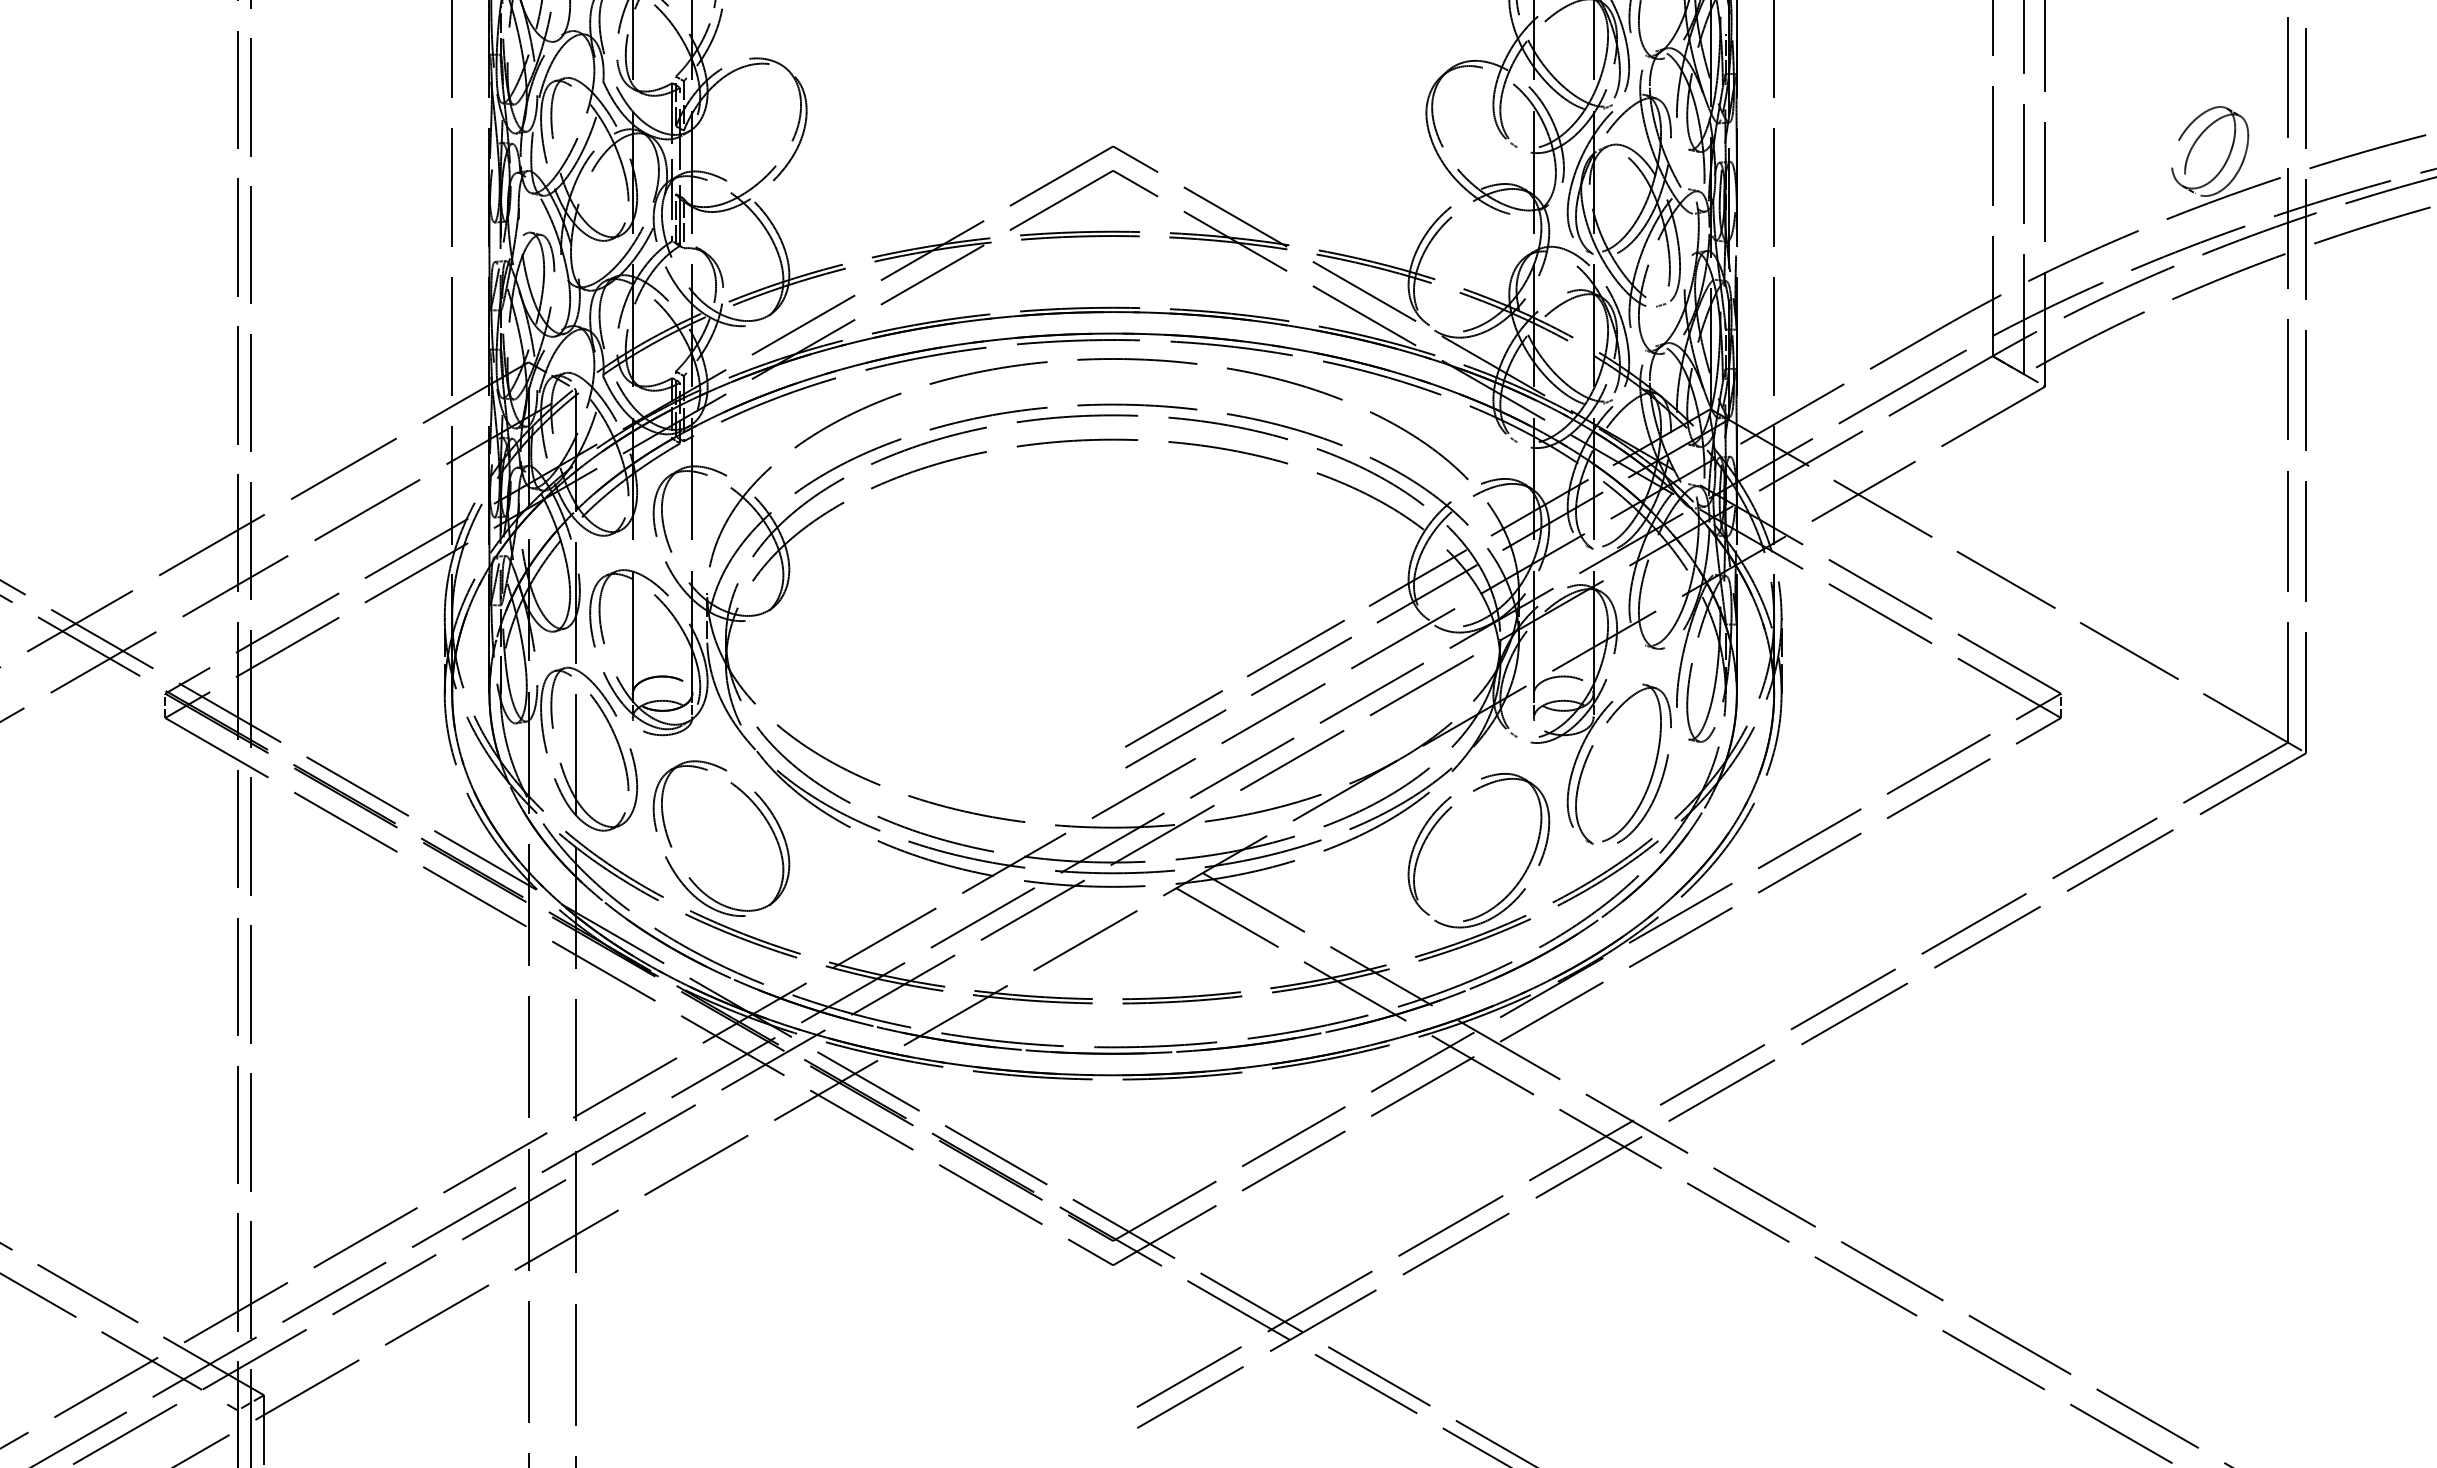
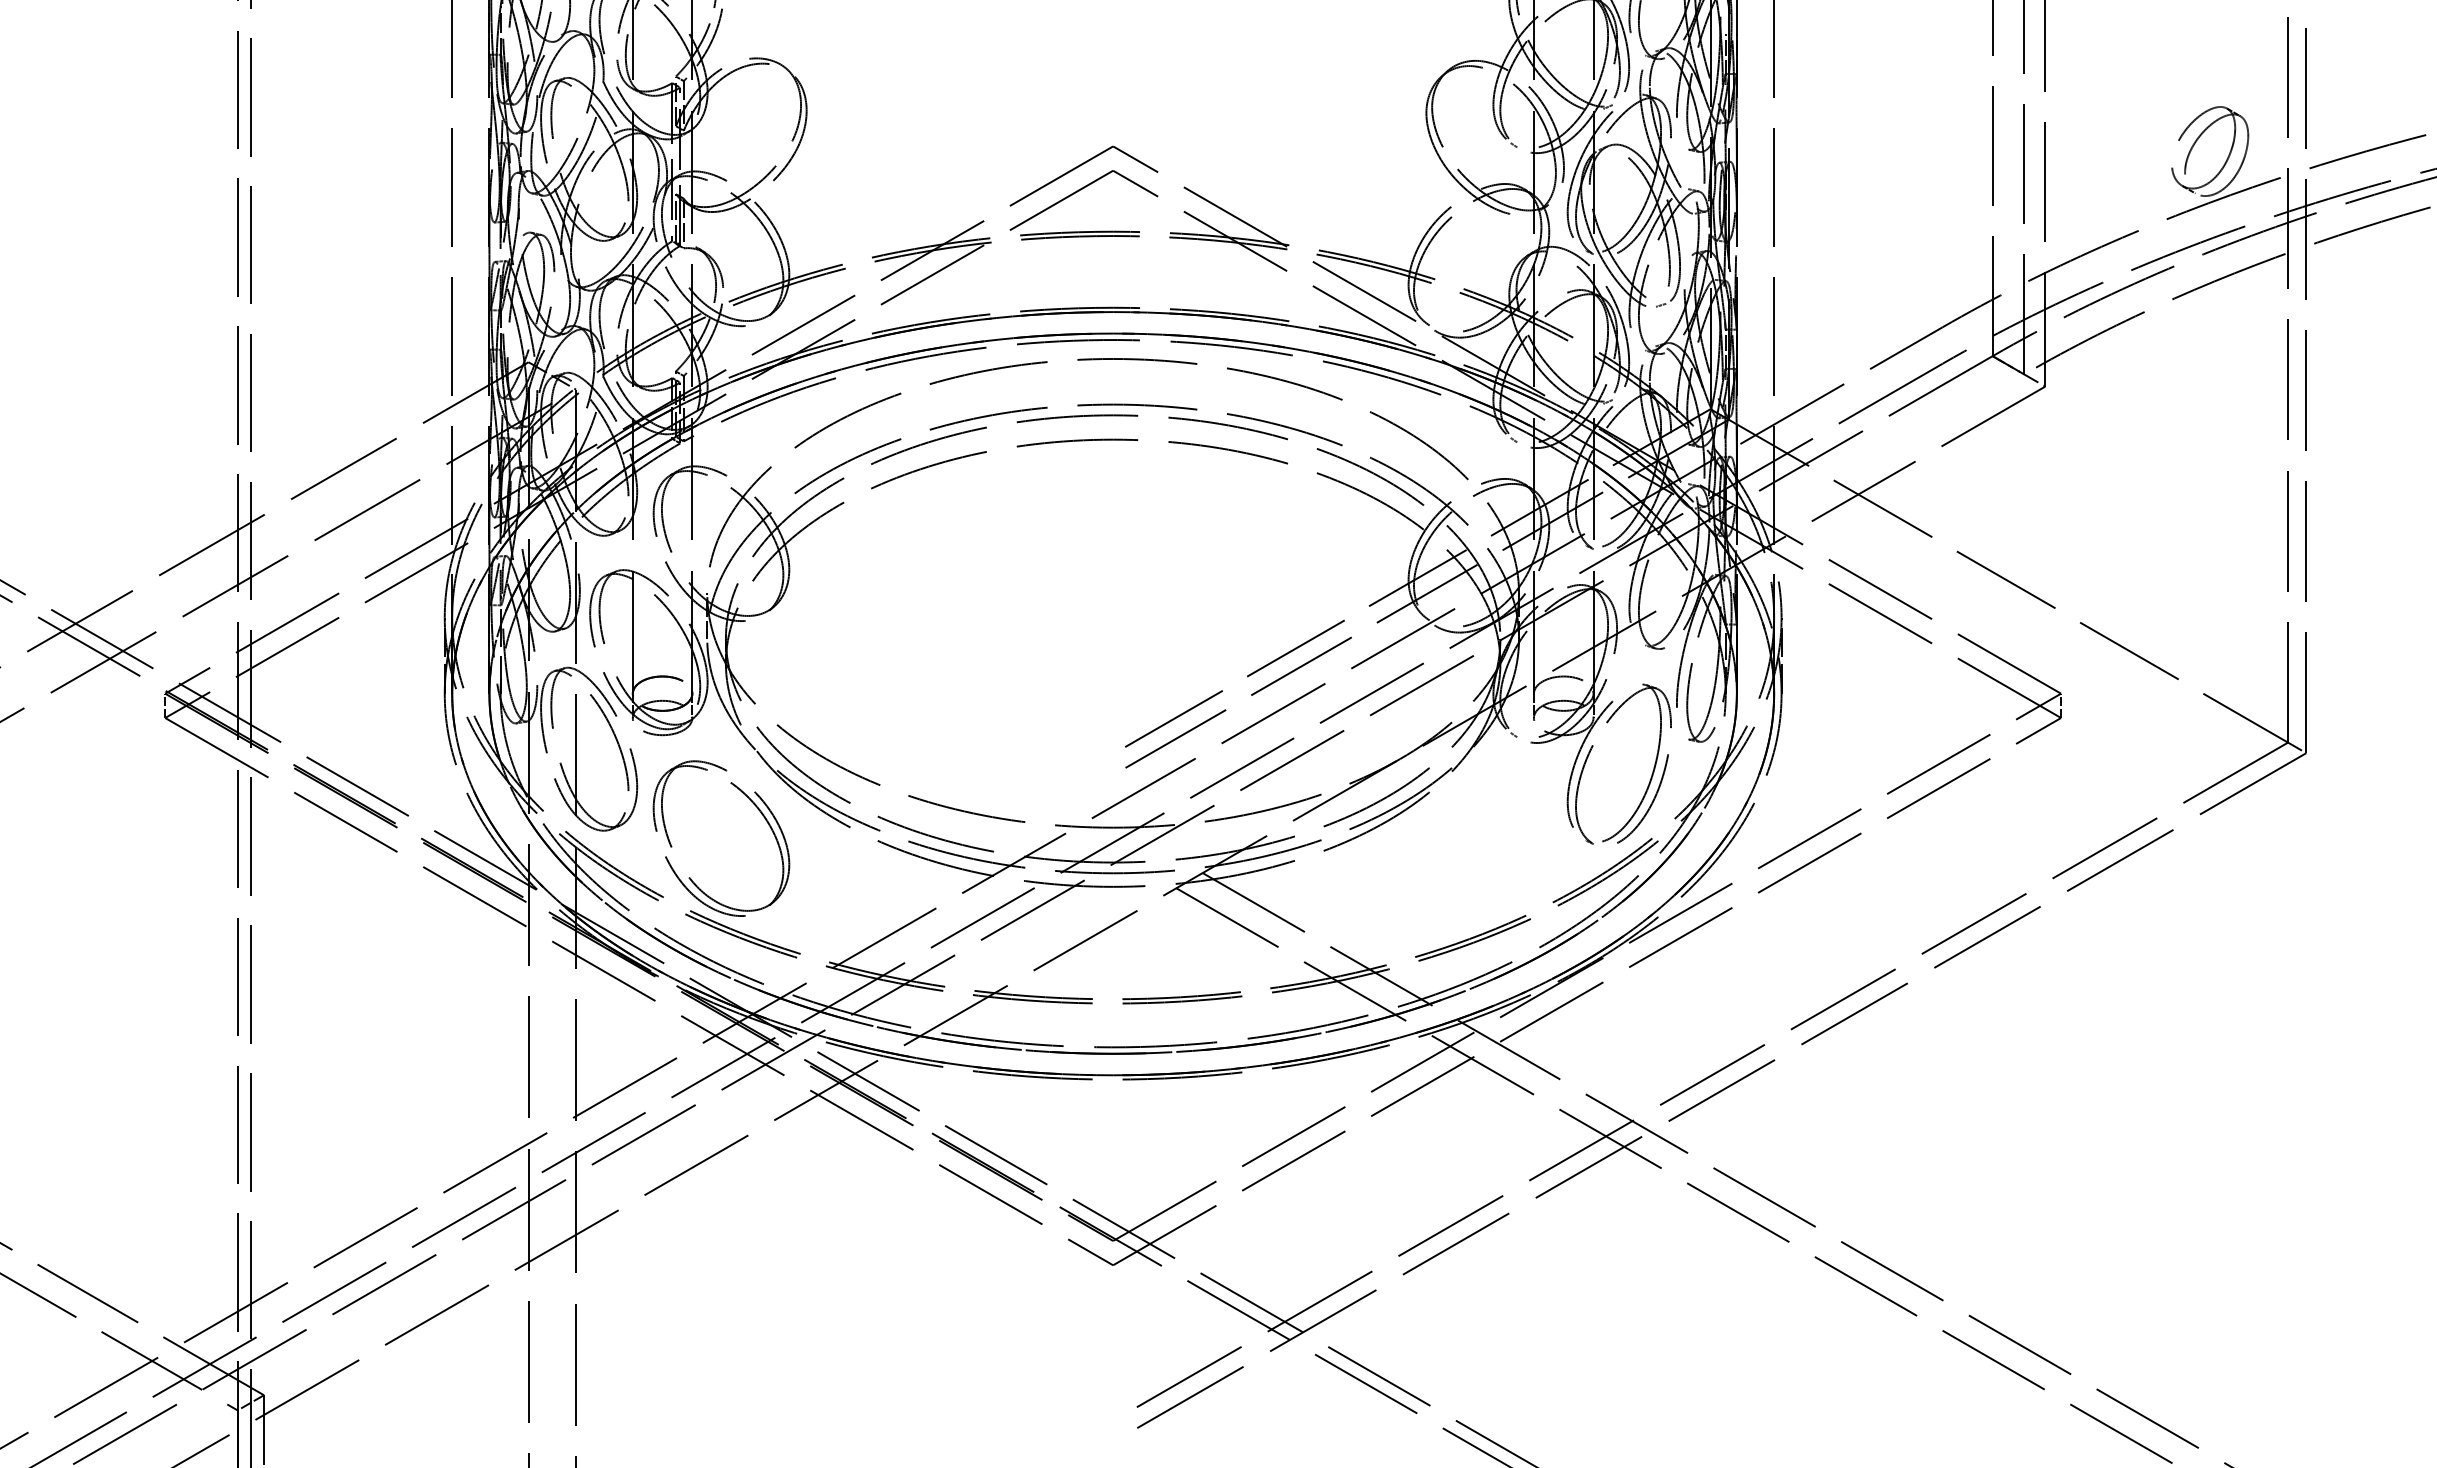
part at (1439, 821): present -> none
